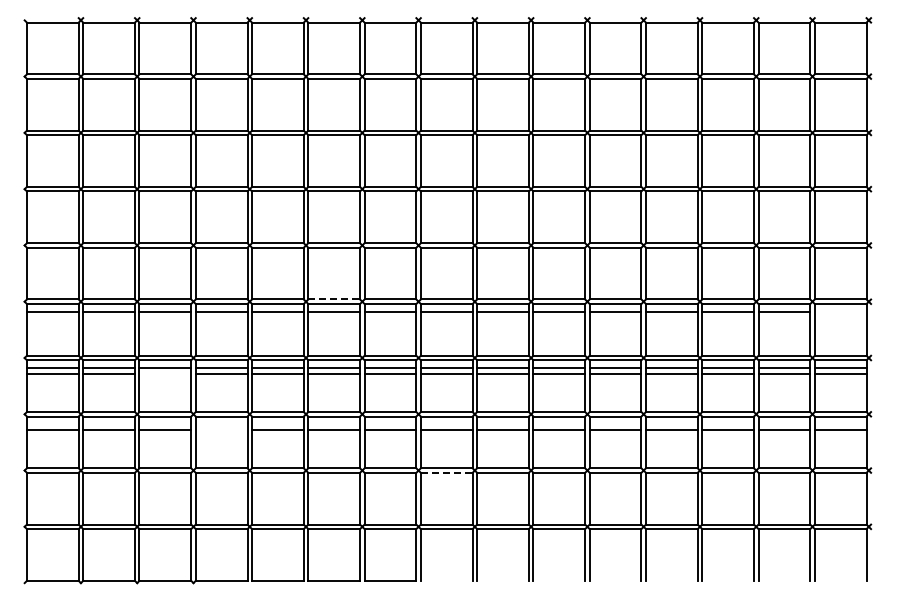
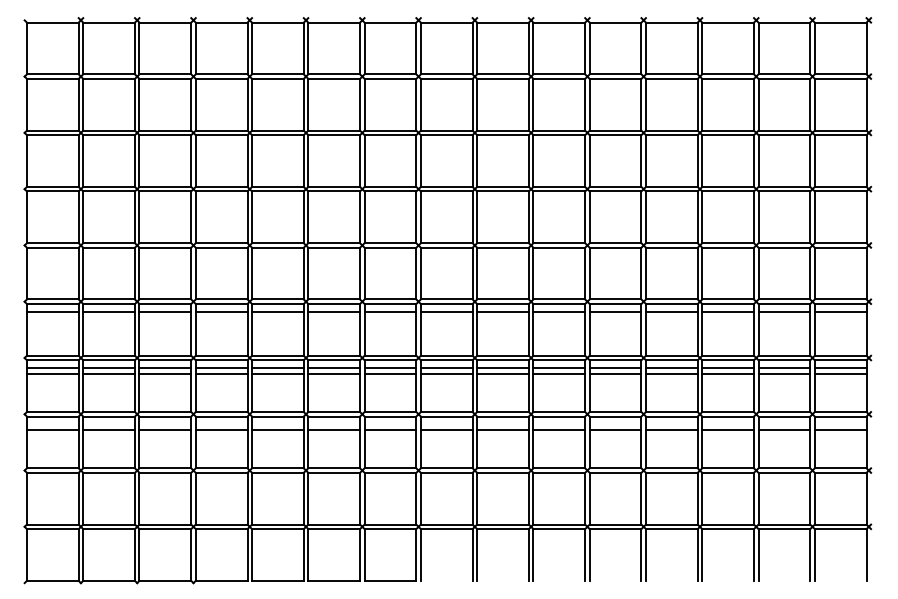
line at (334, 299): dashed -> solid
line at (840, 312): none -> present
line at (165, 374): none -> present
line at (221, 430): none -> present
line at (446, 472): dashed -> solid
